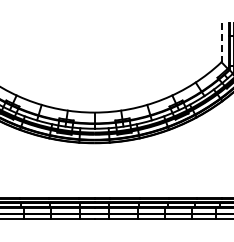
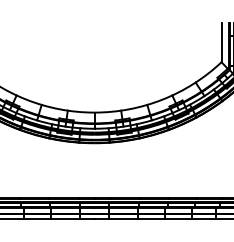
line at (221, 42): dashed -> solid
